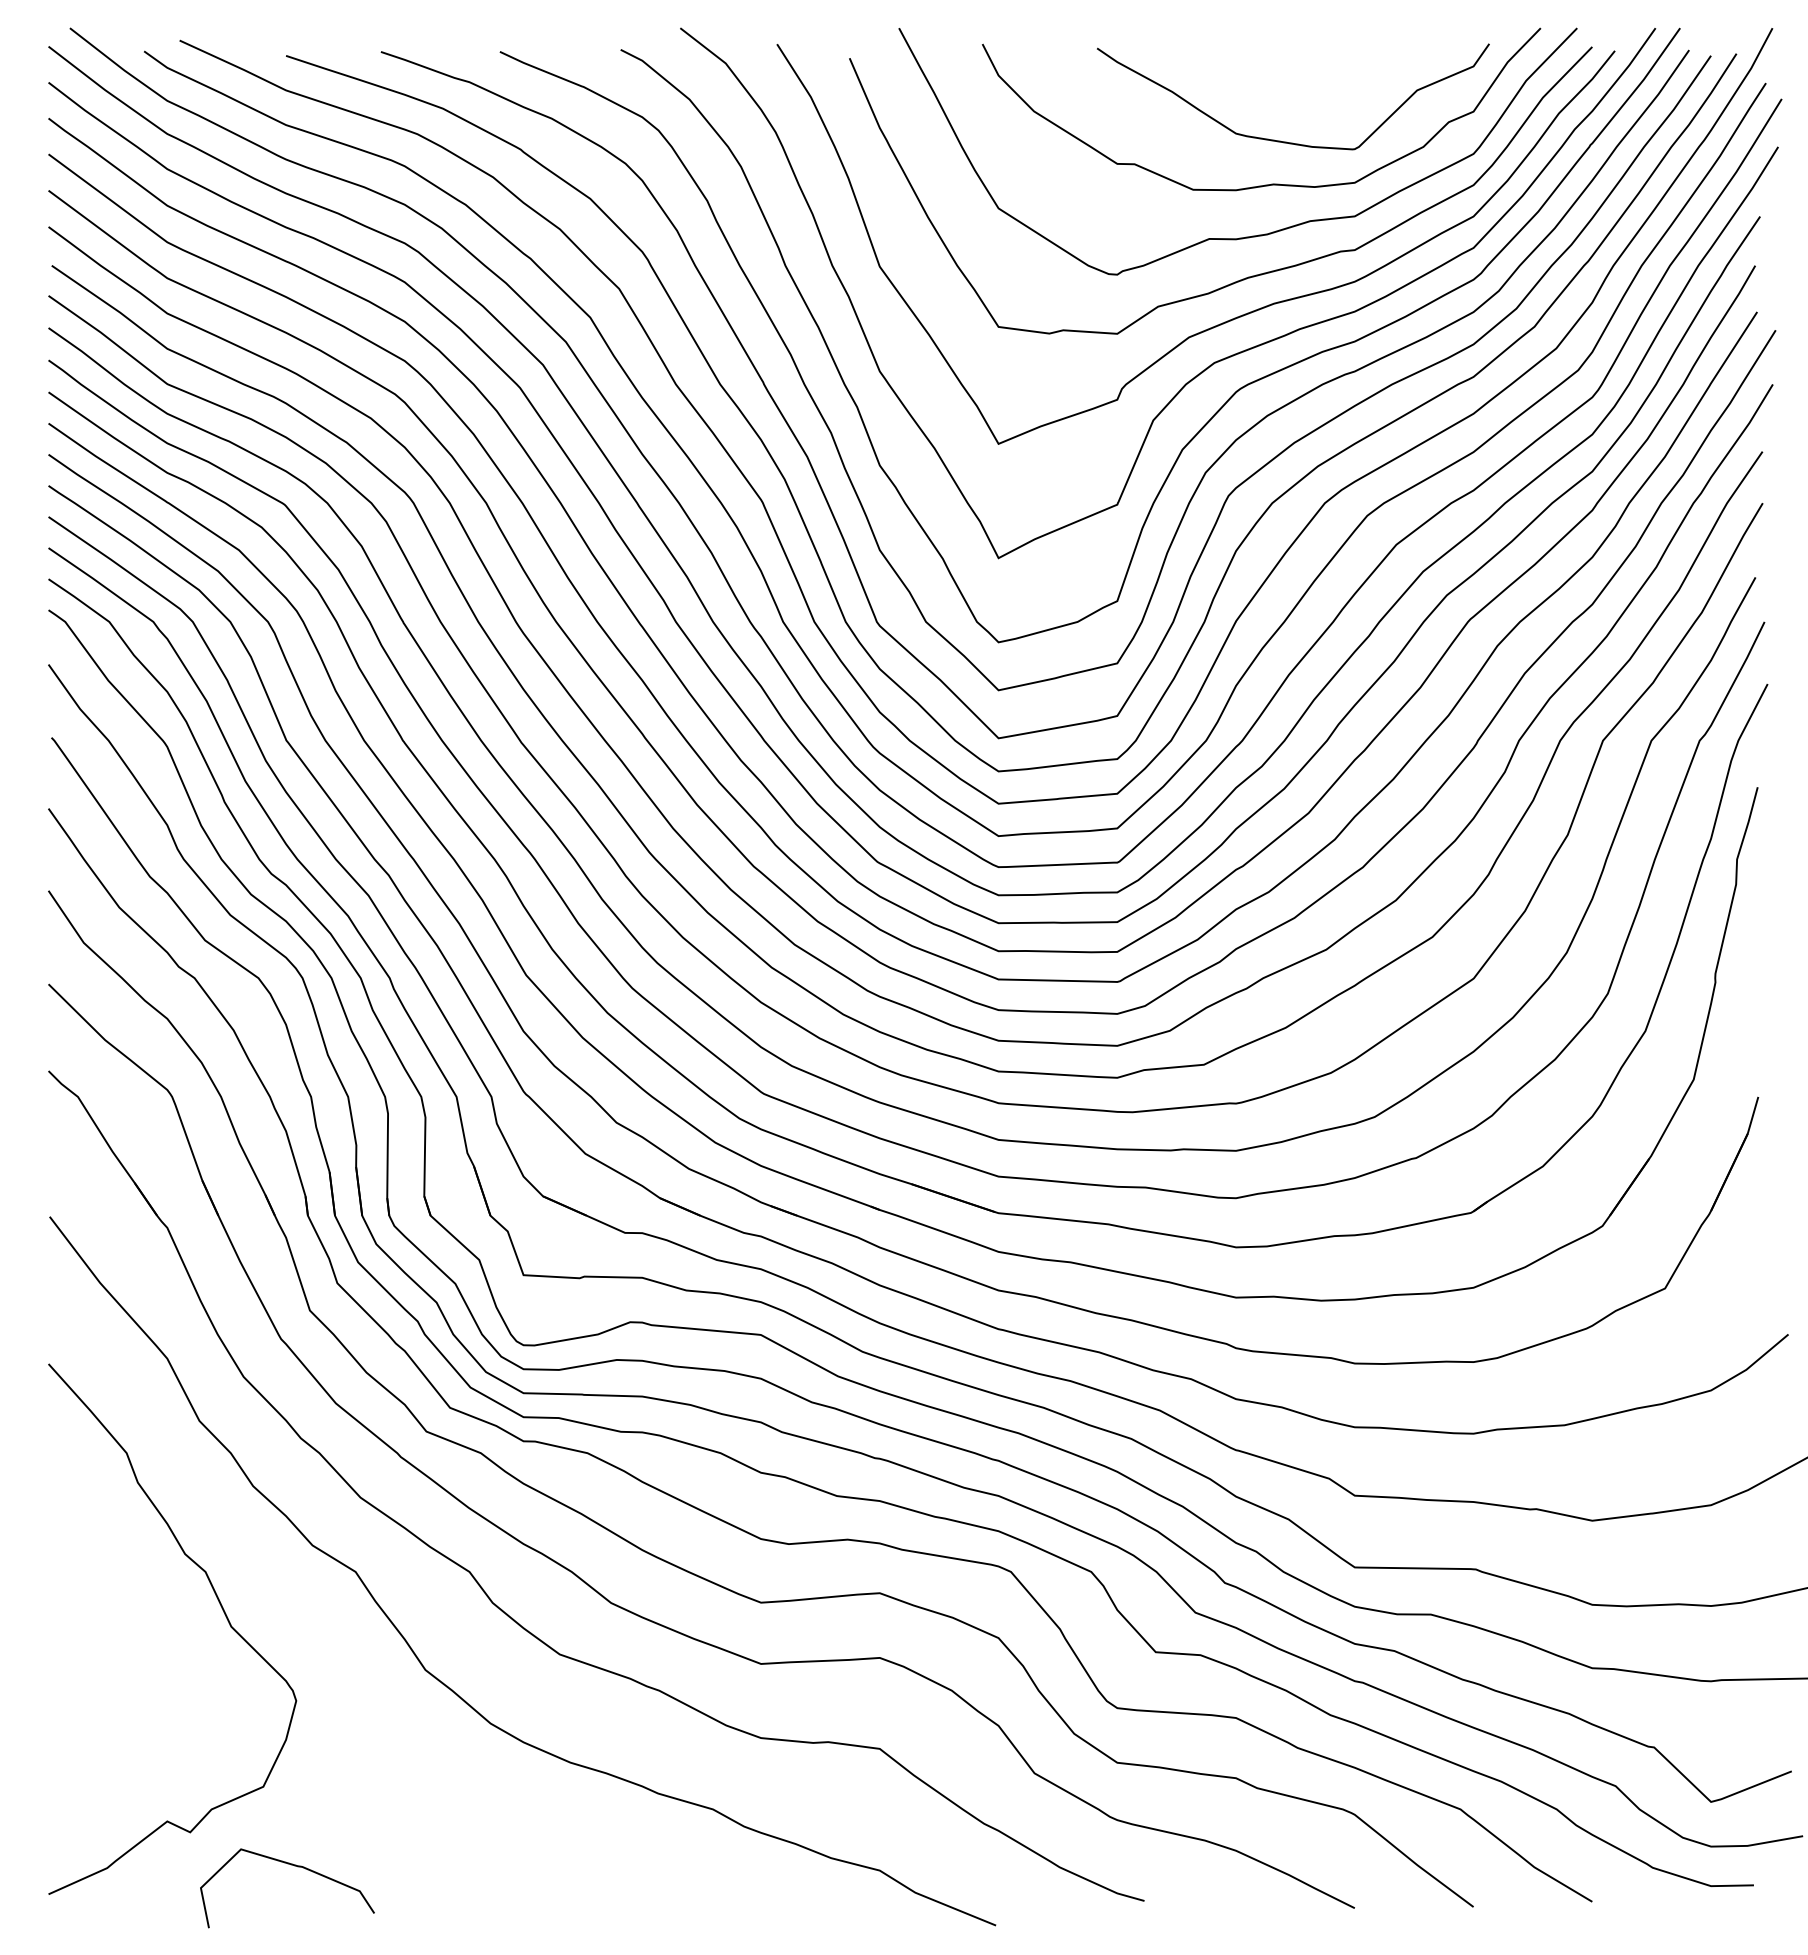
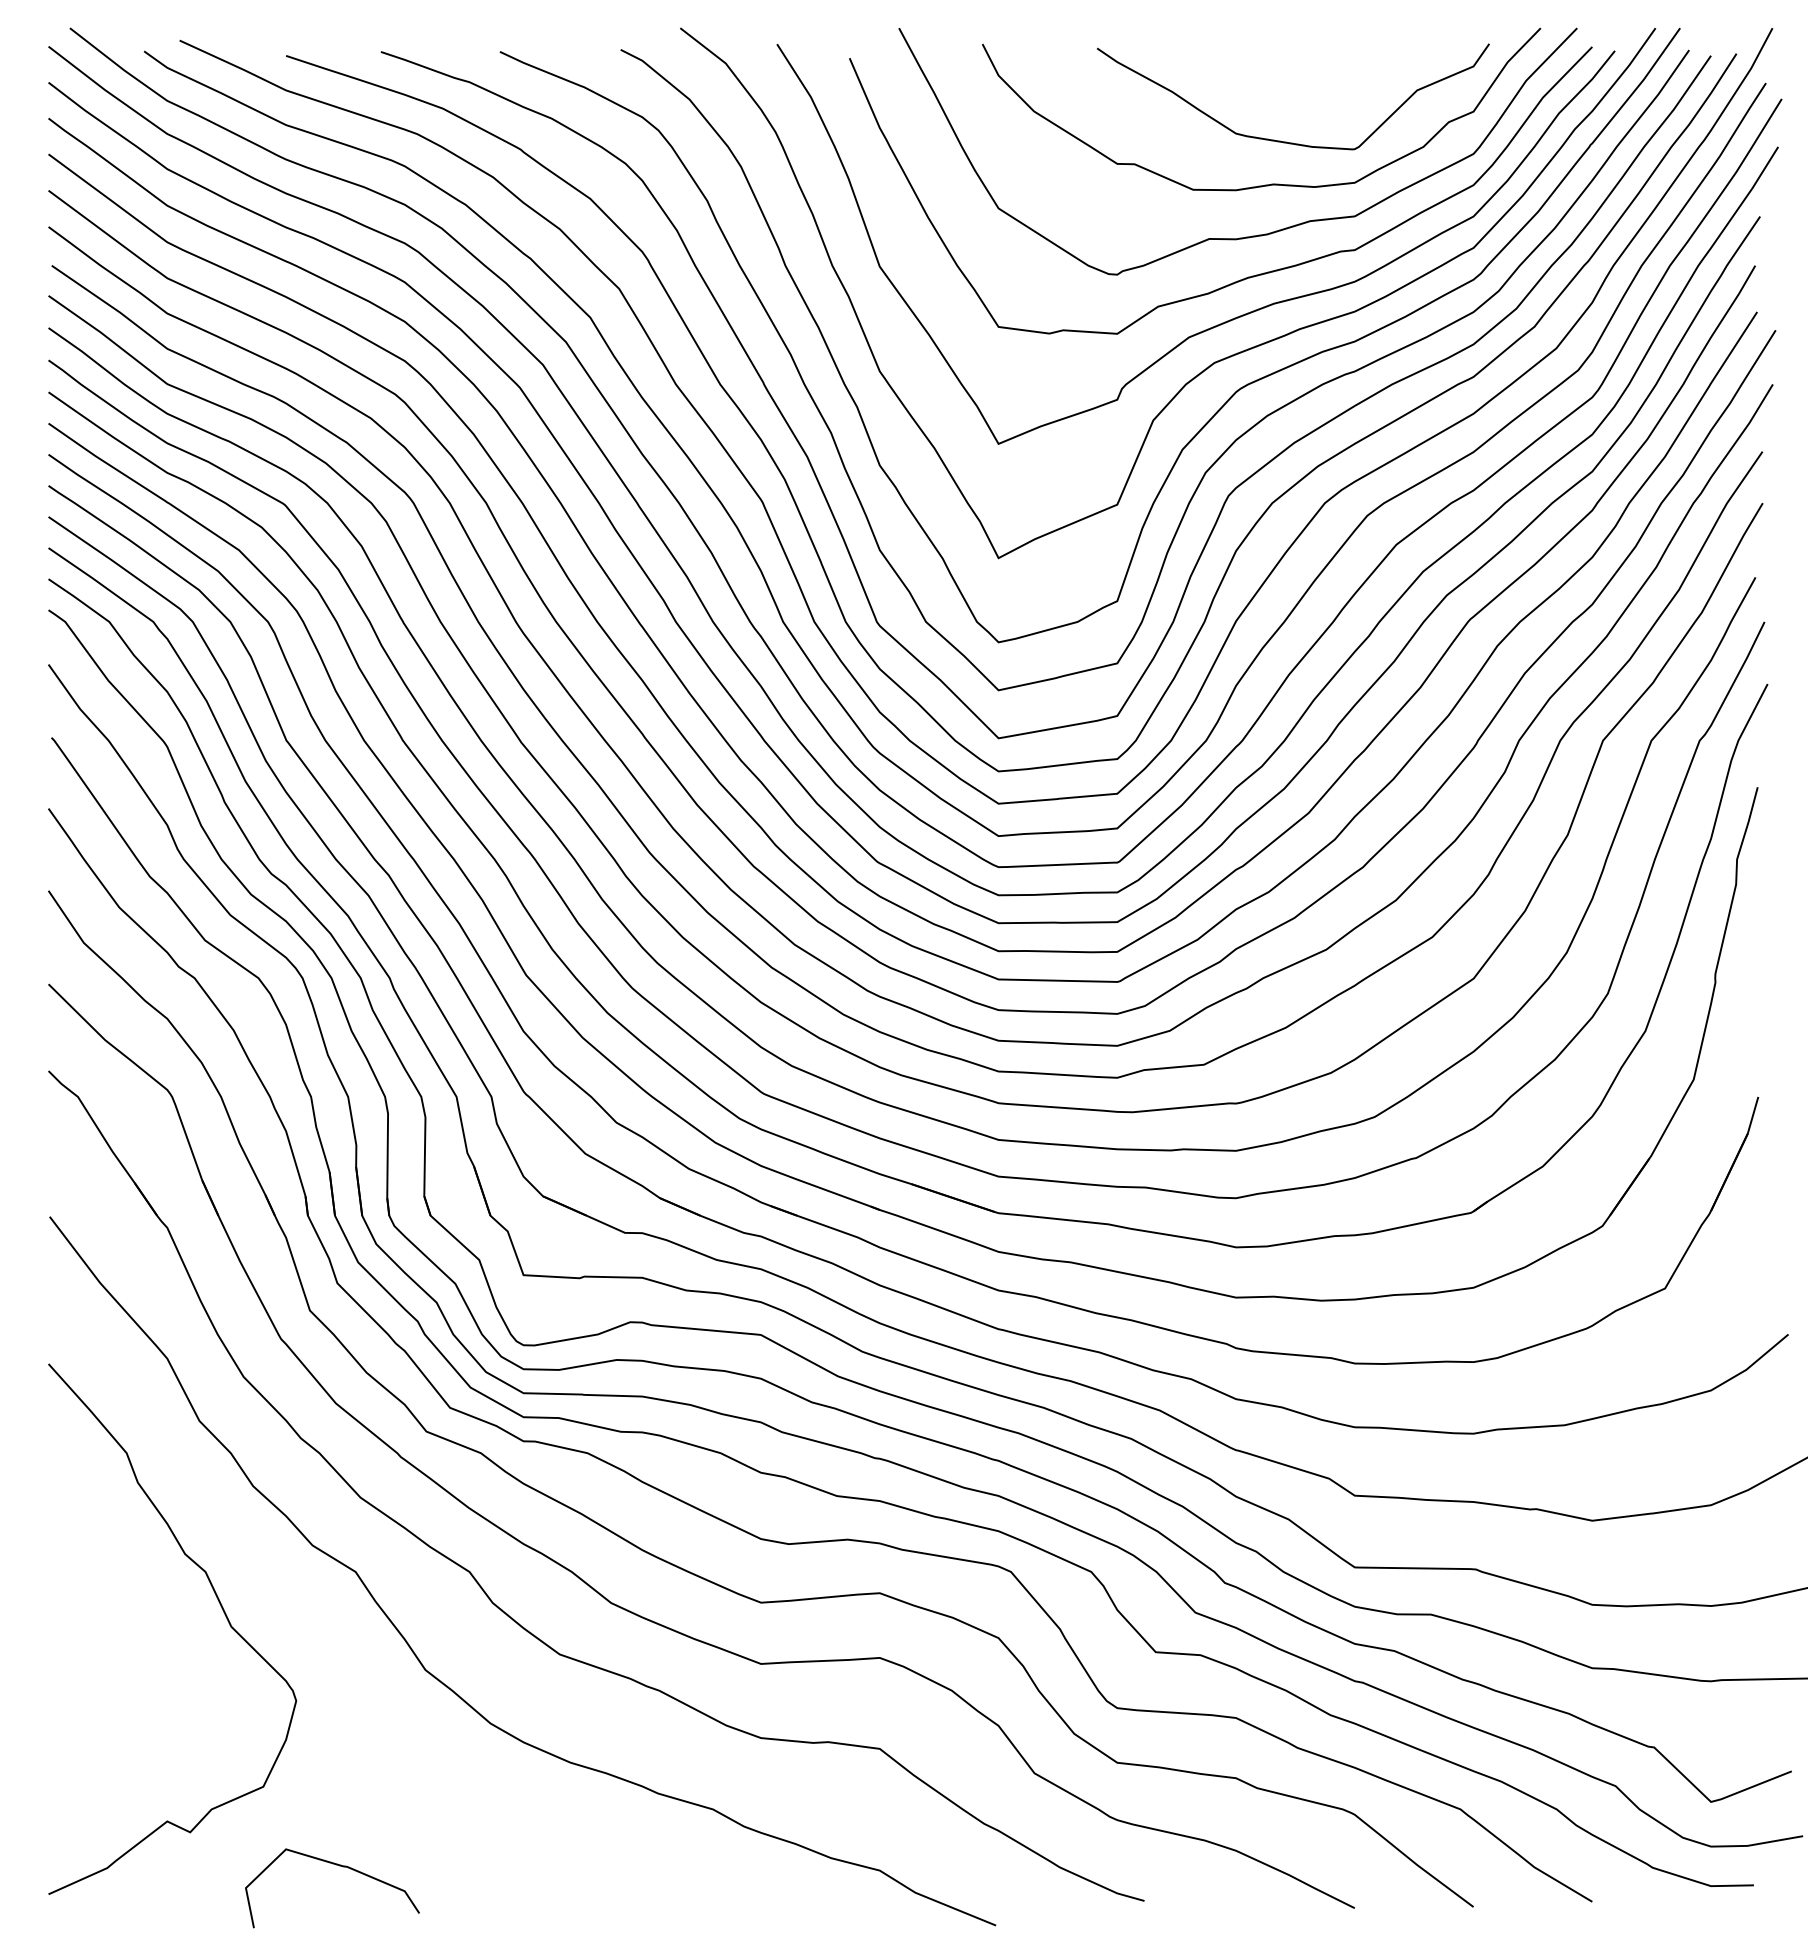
curve at (294, 1866) position: (294, 1866) -> (339, 1866)
